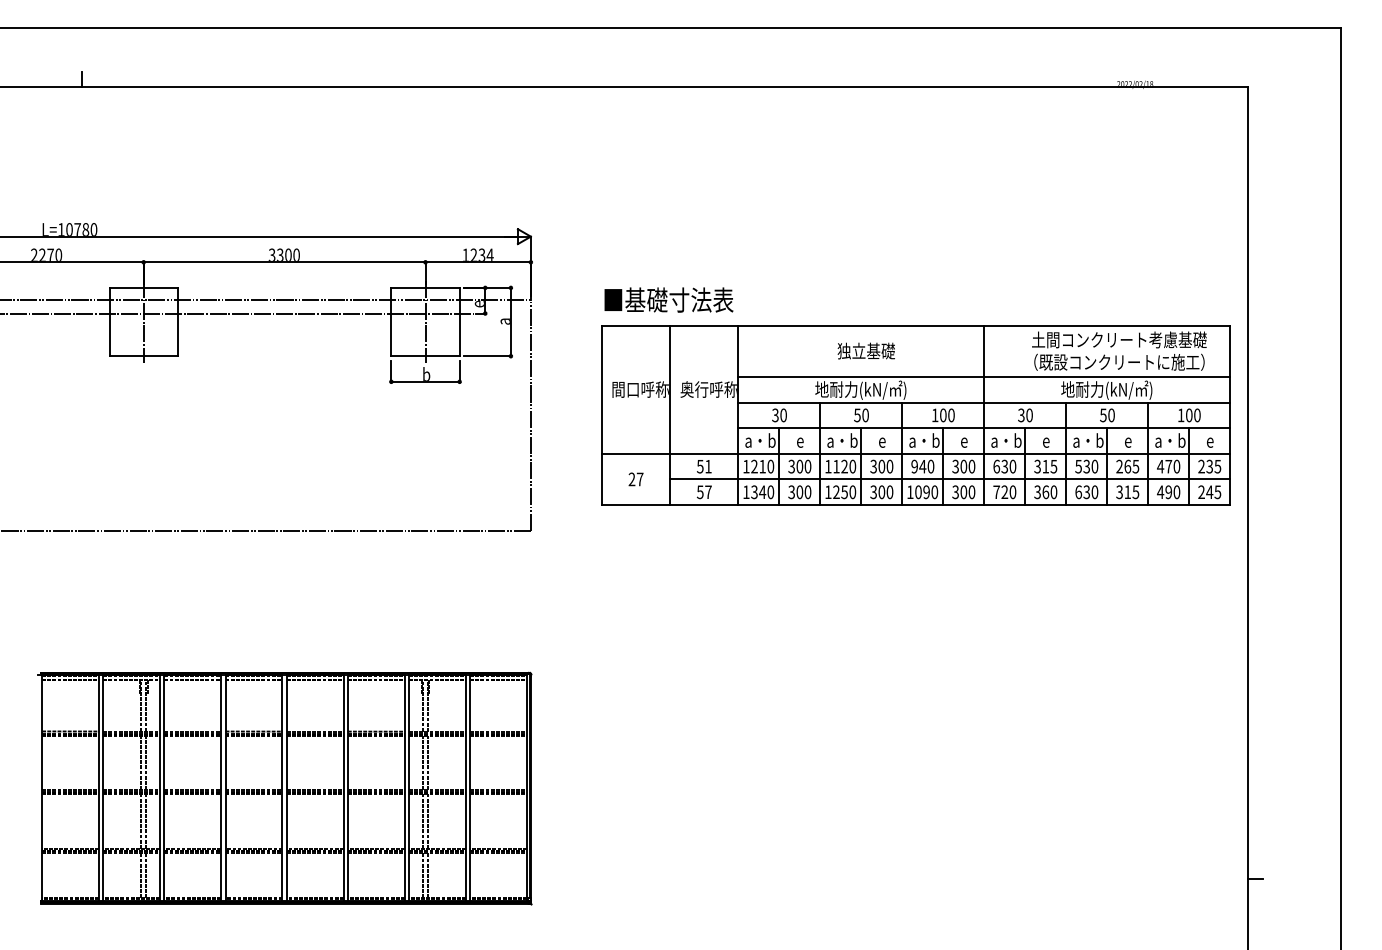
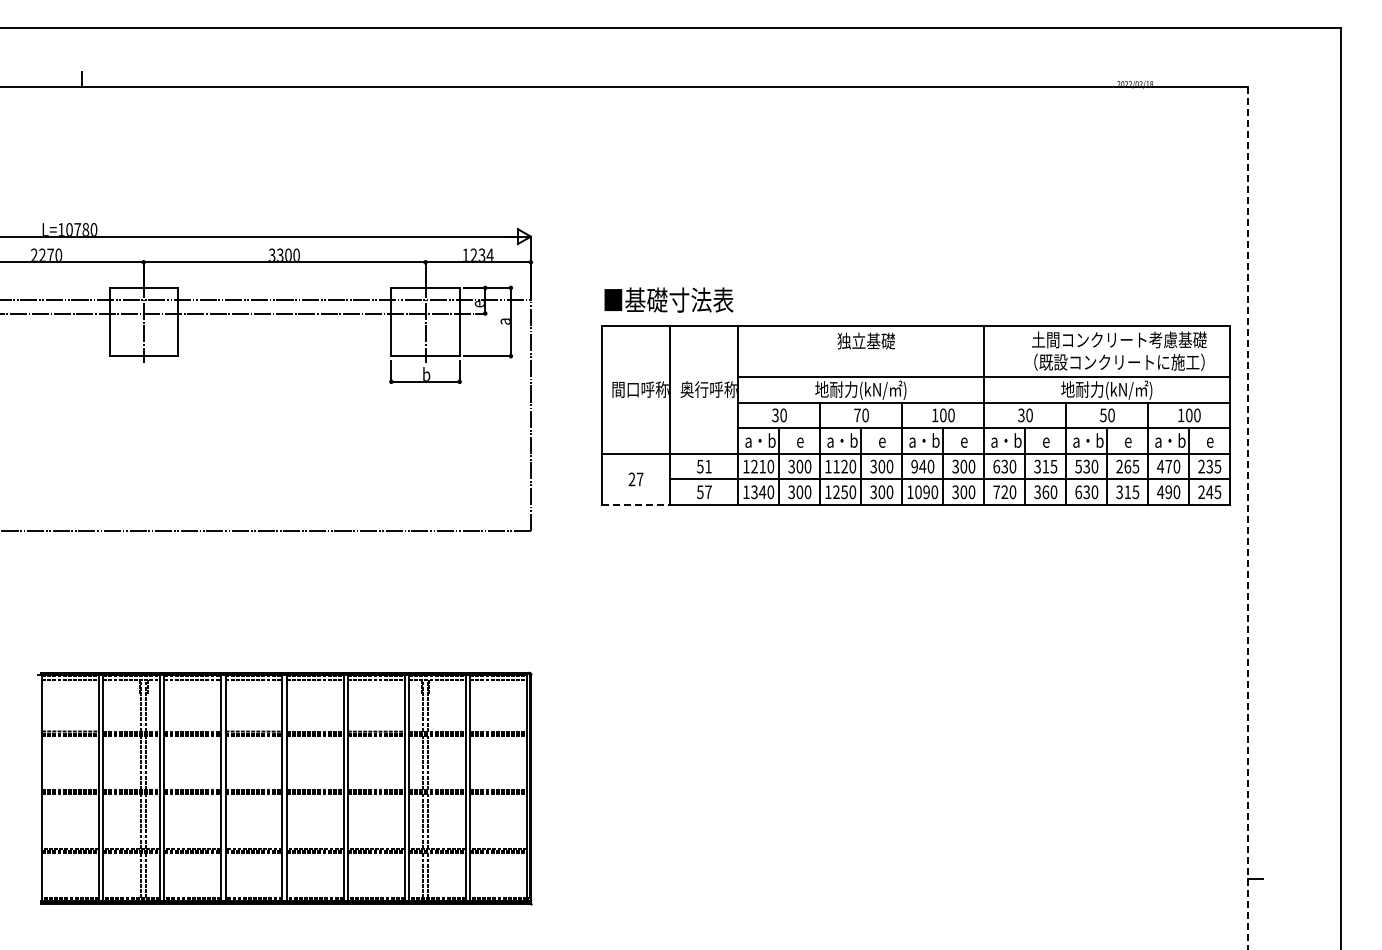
text at (865, 350) position: (865, 350) -> (865, 340)
text at (857, 415): 50 -> 70
line at (636, 505): solid -> dashed
line at (1247, 518): solid -> dashed
